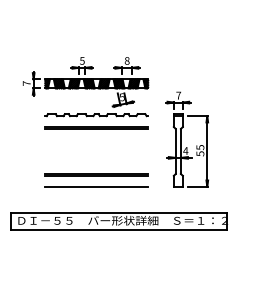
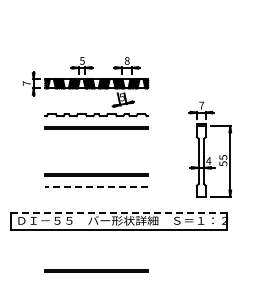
part at (186, 139) position: (186, 139) -> (209, 149)
line at (96, 186): solid -> dashed
line at (119, 212): solid -> dashed
line at (96, 270): none -> present
